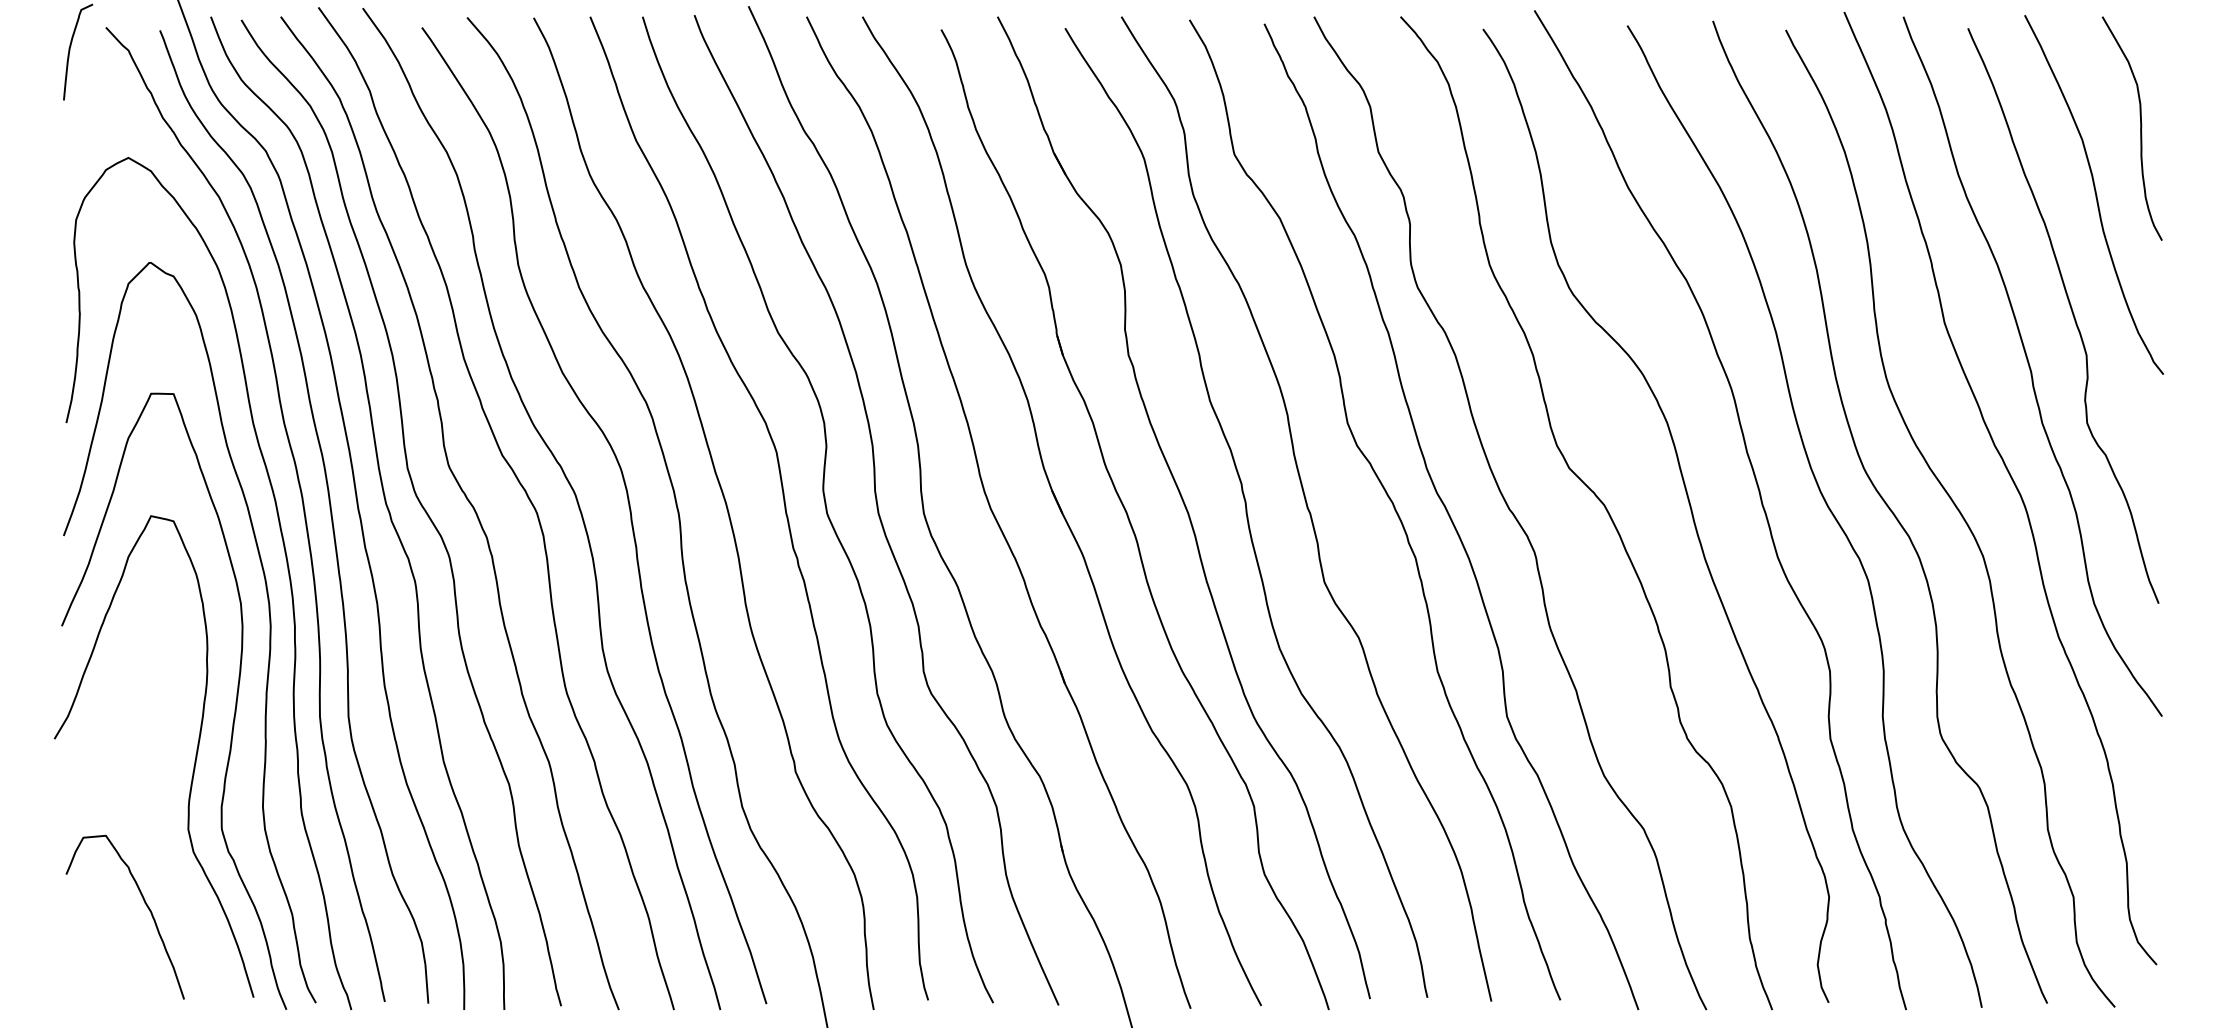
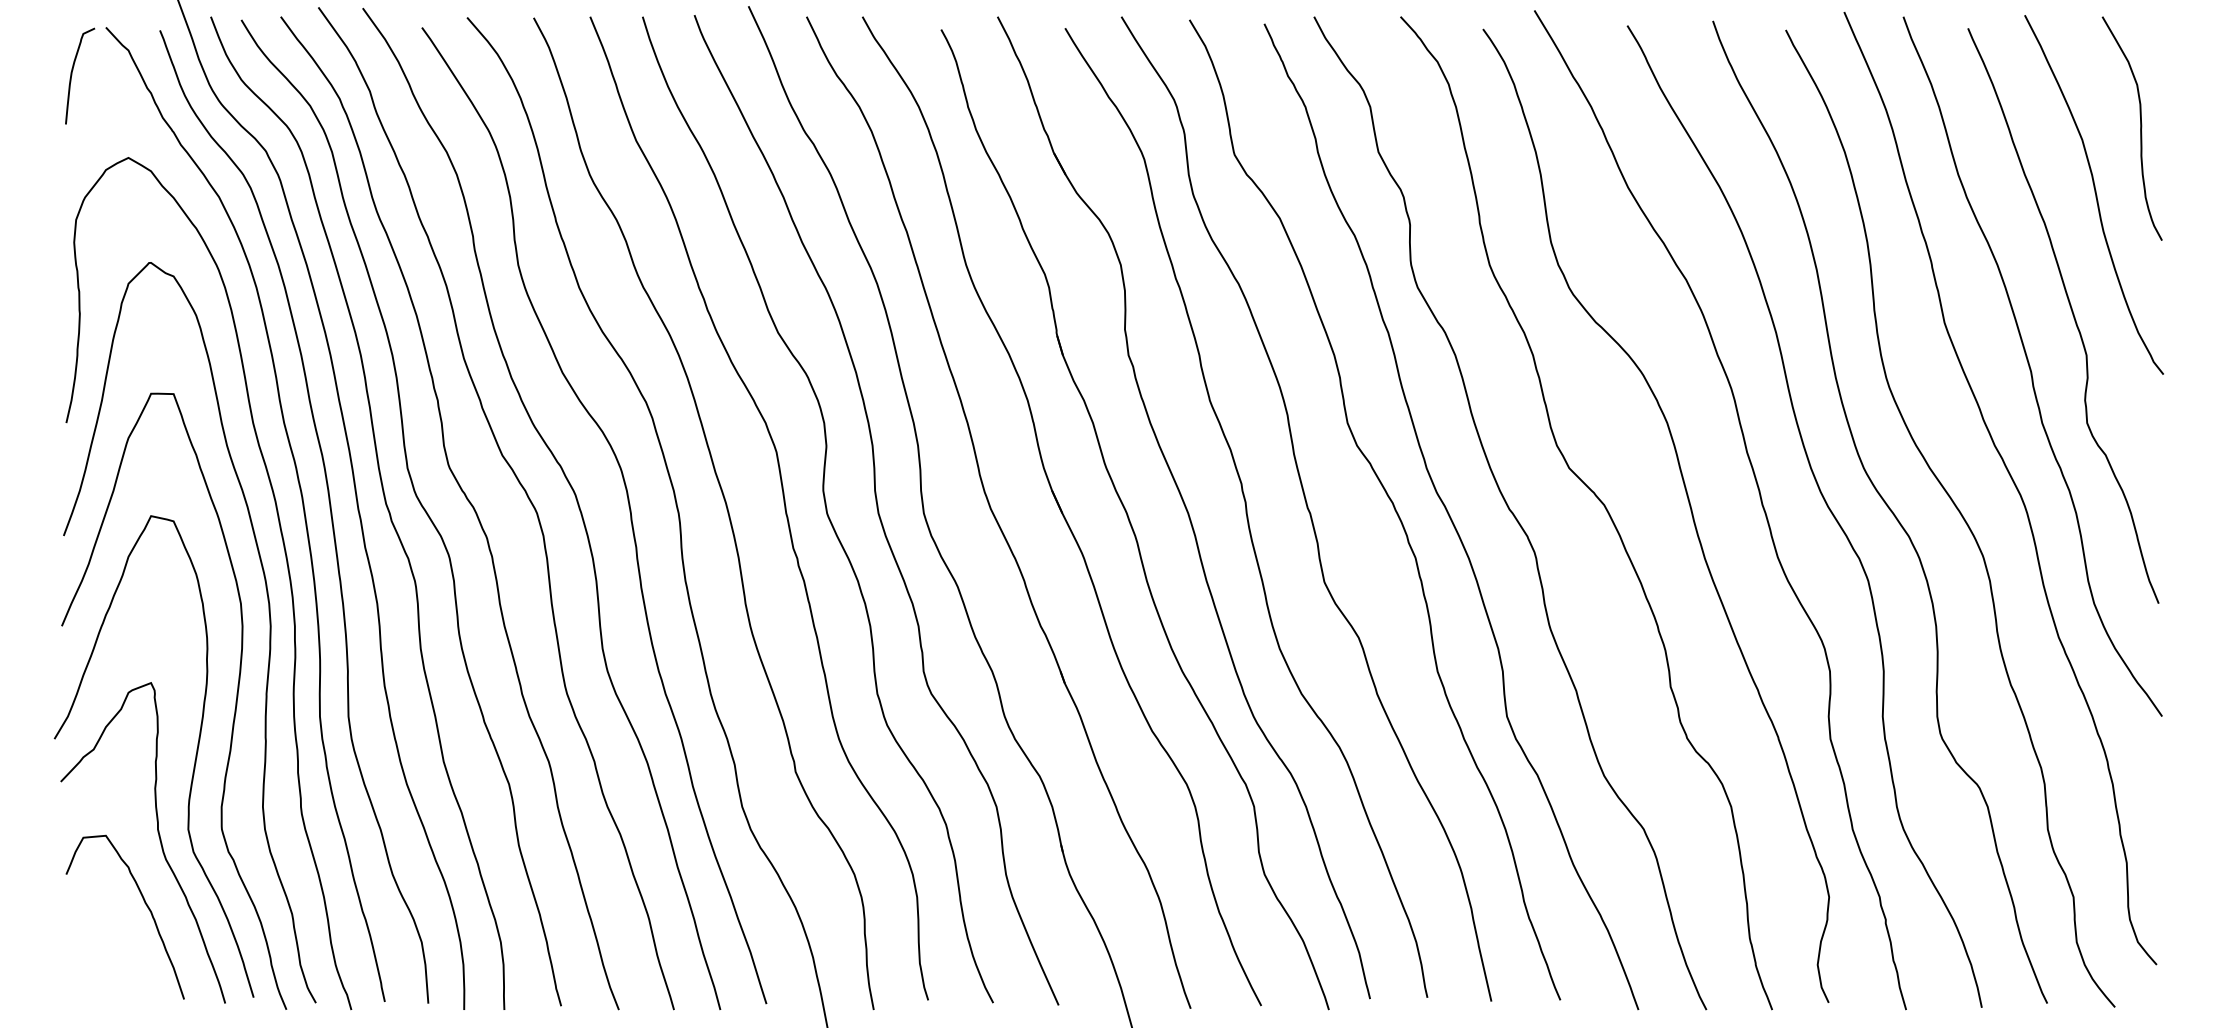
curve at (70, 51) position: (70, 51) -> (72, 75)
curve at (158, 836): none -> present
